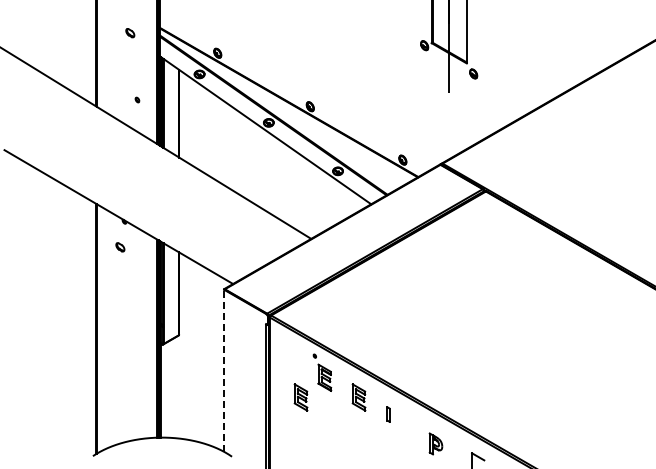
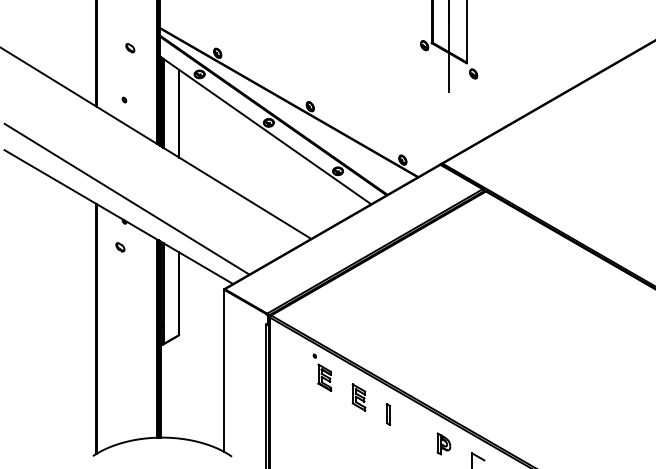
part at (130, 33) position: (130, 33) -> (130, 48)
part at (137, 99) position: (137, 99) -> (124, 99)
line at (126, 198): none -> present
line at (224, 370): dashed -> solid
part at (300, 397): present -> none
part at (388, 414) size: 5x17 px -> 7x23 px
part at (435, 443) position: (435, 443) -> (443, 443)
